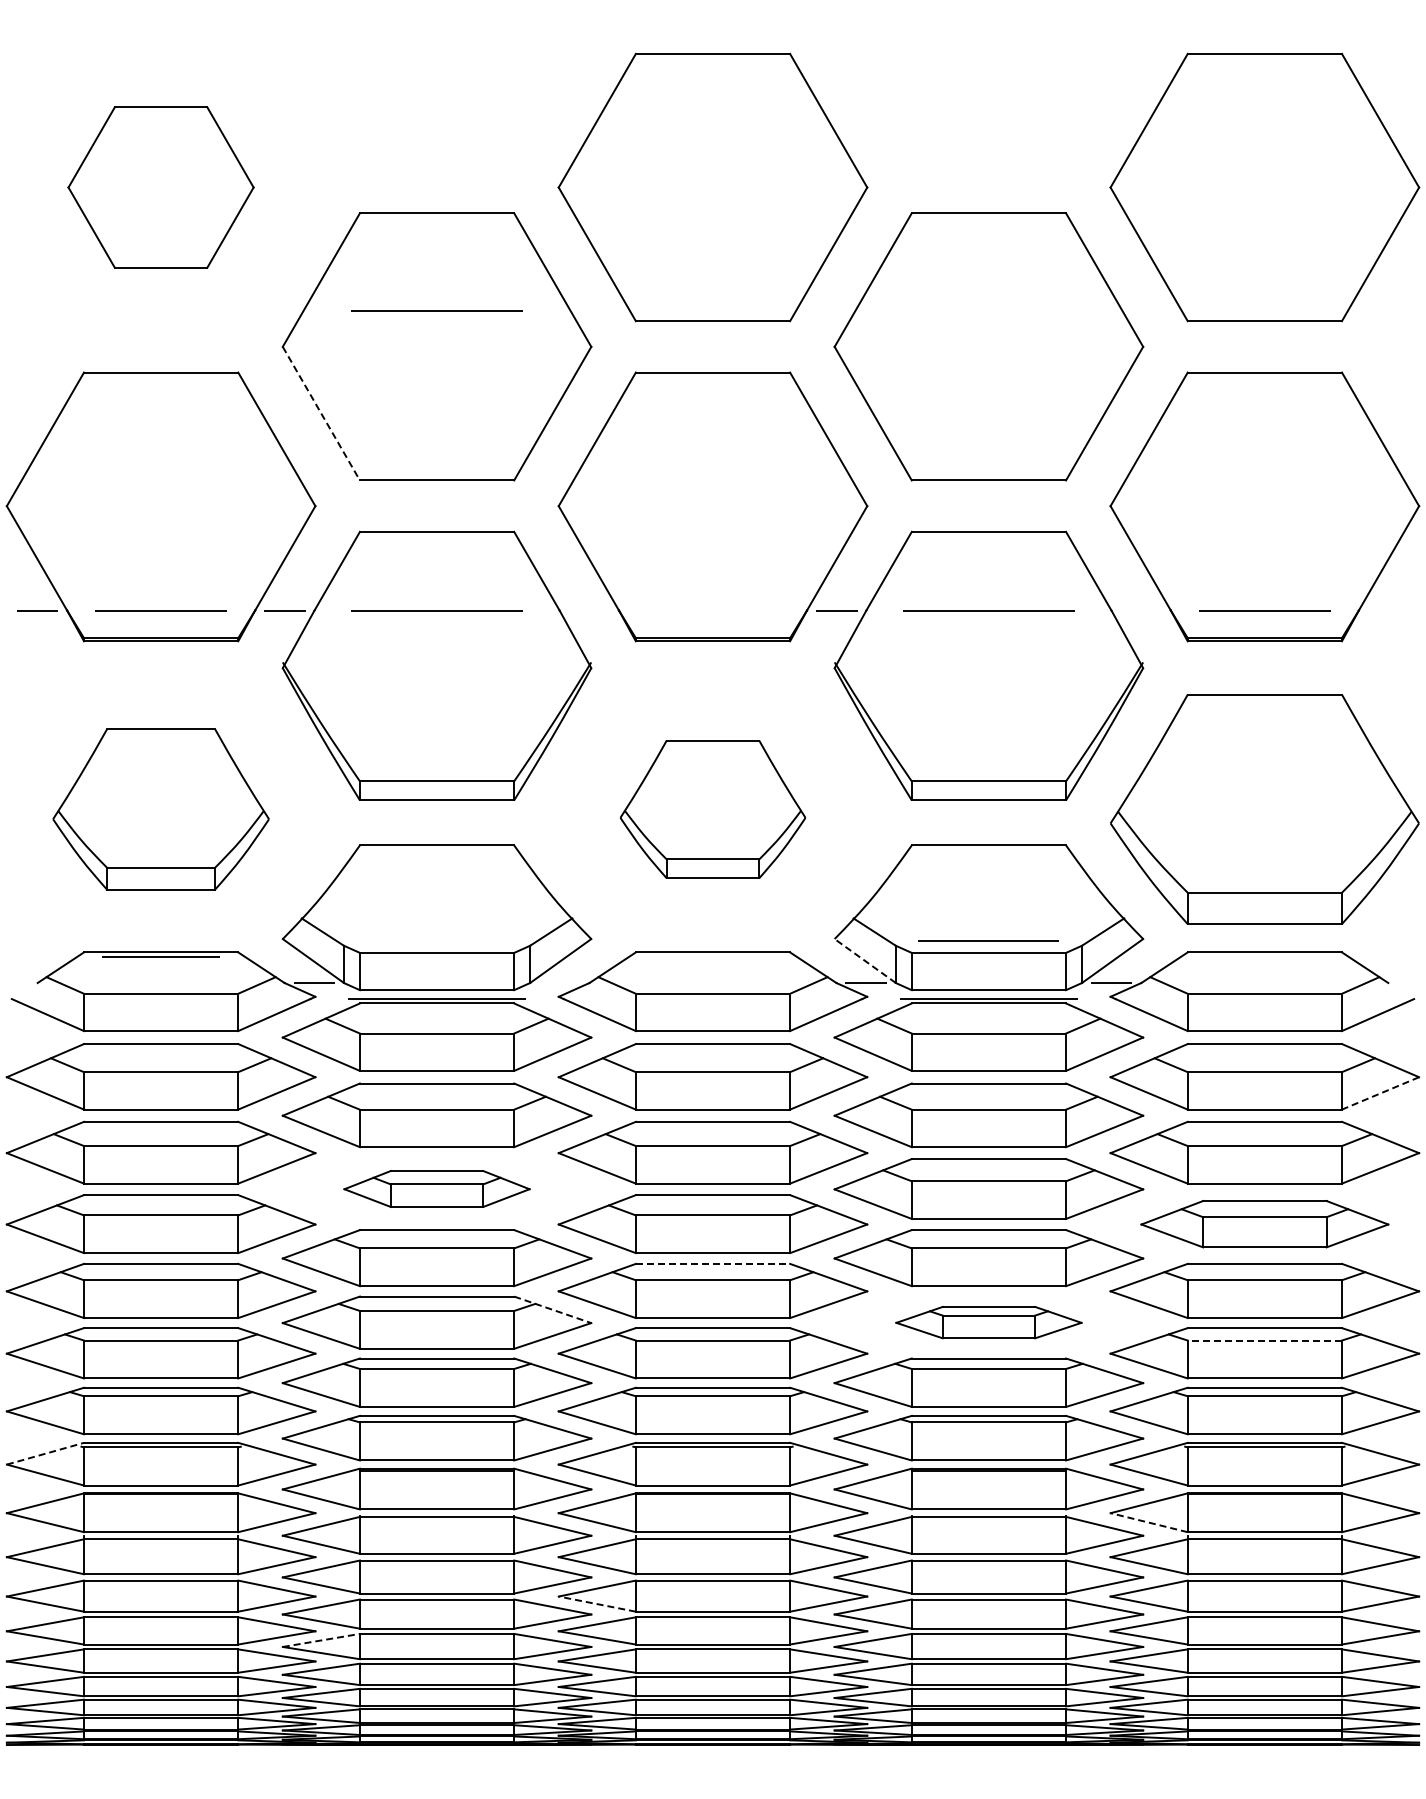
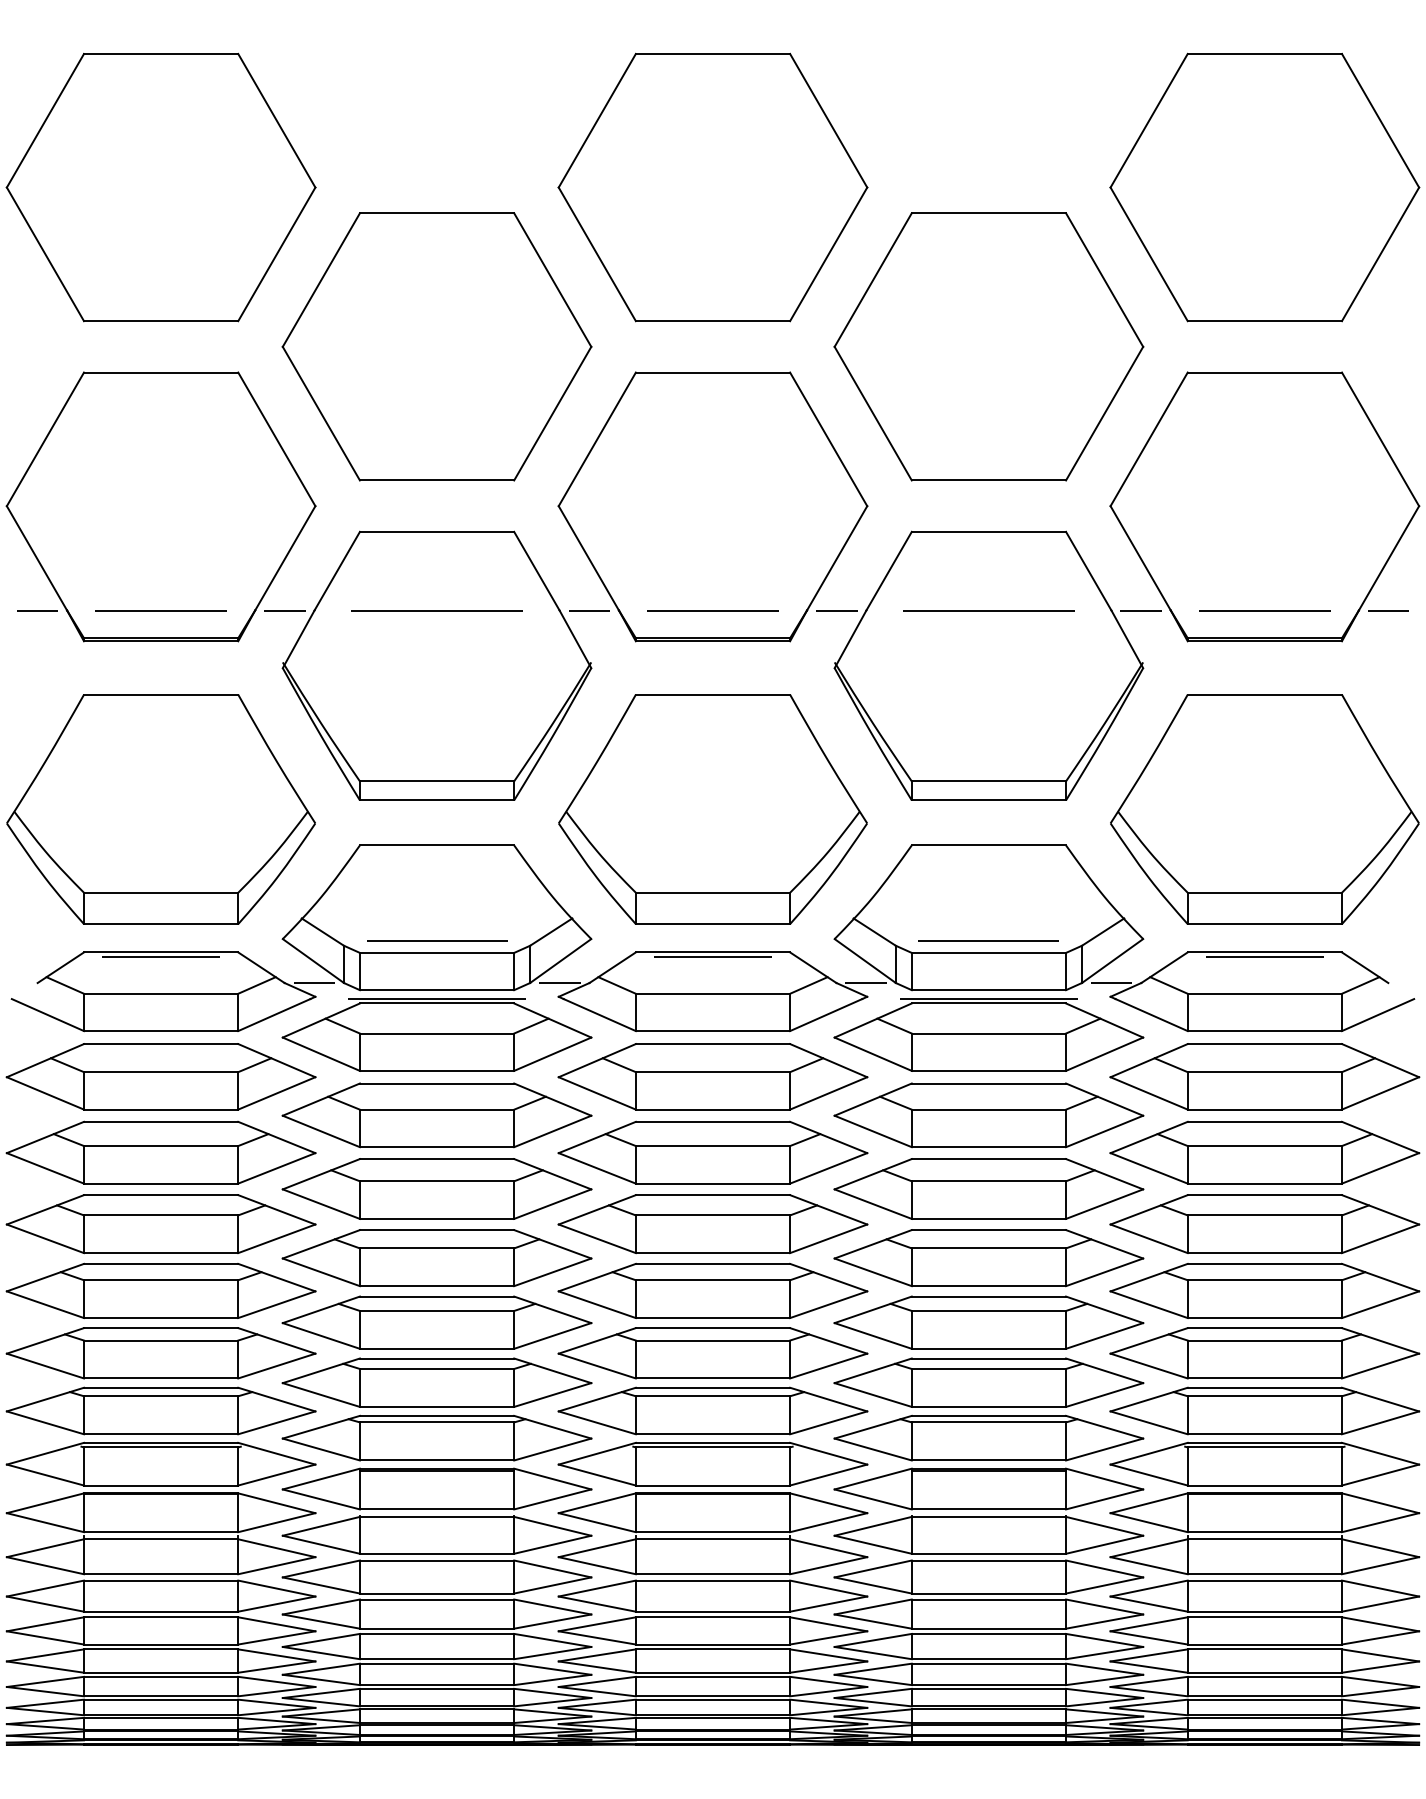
part at (160, 187) size: 188x163 px -> 312x271 px
line at (436, 310): present -> none
line at (321, 414): dashed -> solid
line at (589, 610): none -> present
line at (712, 610): none -> present
line at (1140, 610): none -> present
line at (1388, 610): none -> present
part at (160, 809) size: 218x163 px -> 310x231 px
part at (712, 809) size: 188x139 px -> 310x231 px
line at (436, 940): none -> present
line at (712, 956): none -> present
line at (1264, 956): none -> present
line at (865, 961): dashed -> solid
line at (559, 983): none -> present
line at (1380, 1093): dashed -> solid
part at (436, 1188) size: 188x38 px -> 312x62 px
part at (1264, 1224) size: 250x49 px -> 312x61 px
line at (713, 1263): dashed -> solid
line at (552, 1309): dashed -> solid
part at (988, 1322) size: 188x34 px -> 312x55 px
line at (1264, 1340): dashed -> solid
line at (45, 1453): dashed -> solid
line at (1149, 1522): dashed -> solid
line at (596, 1604): dashed -> solid
line at (321, 1640): dashed -> solid
